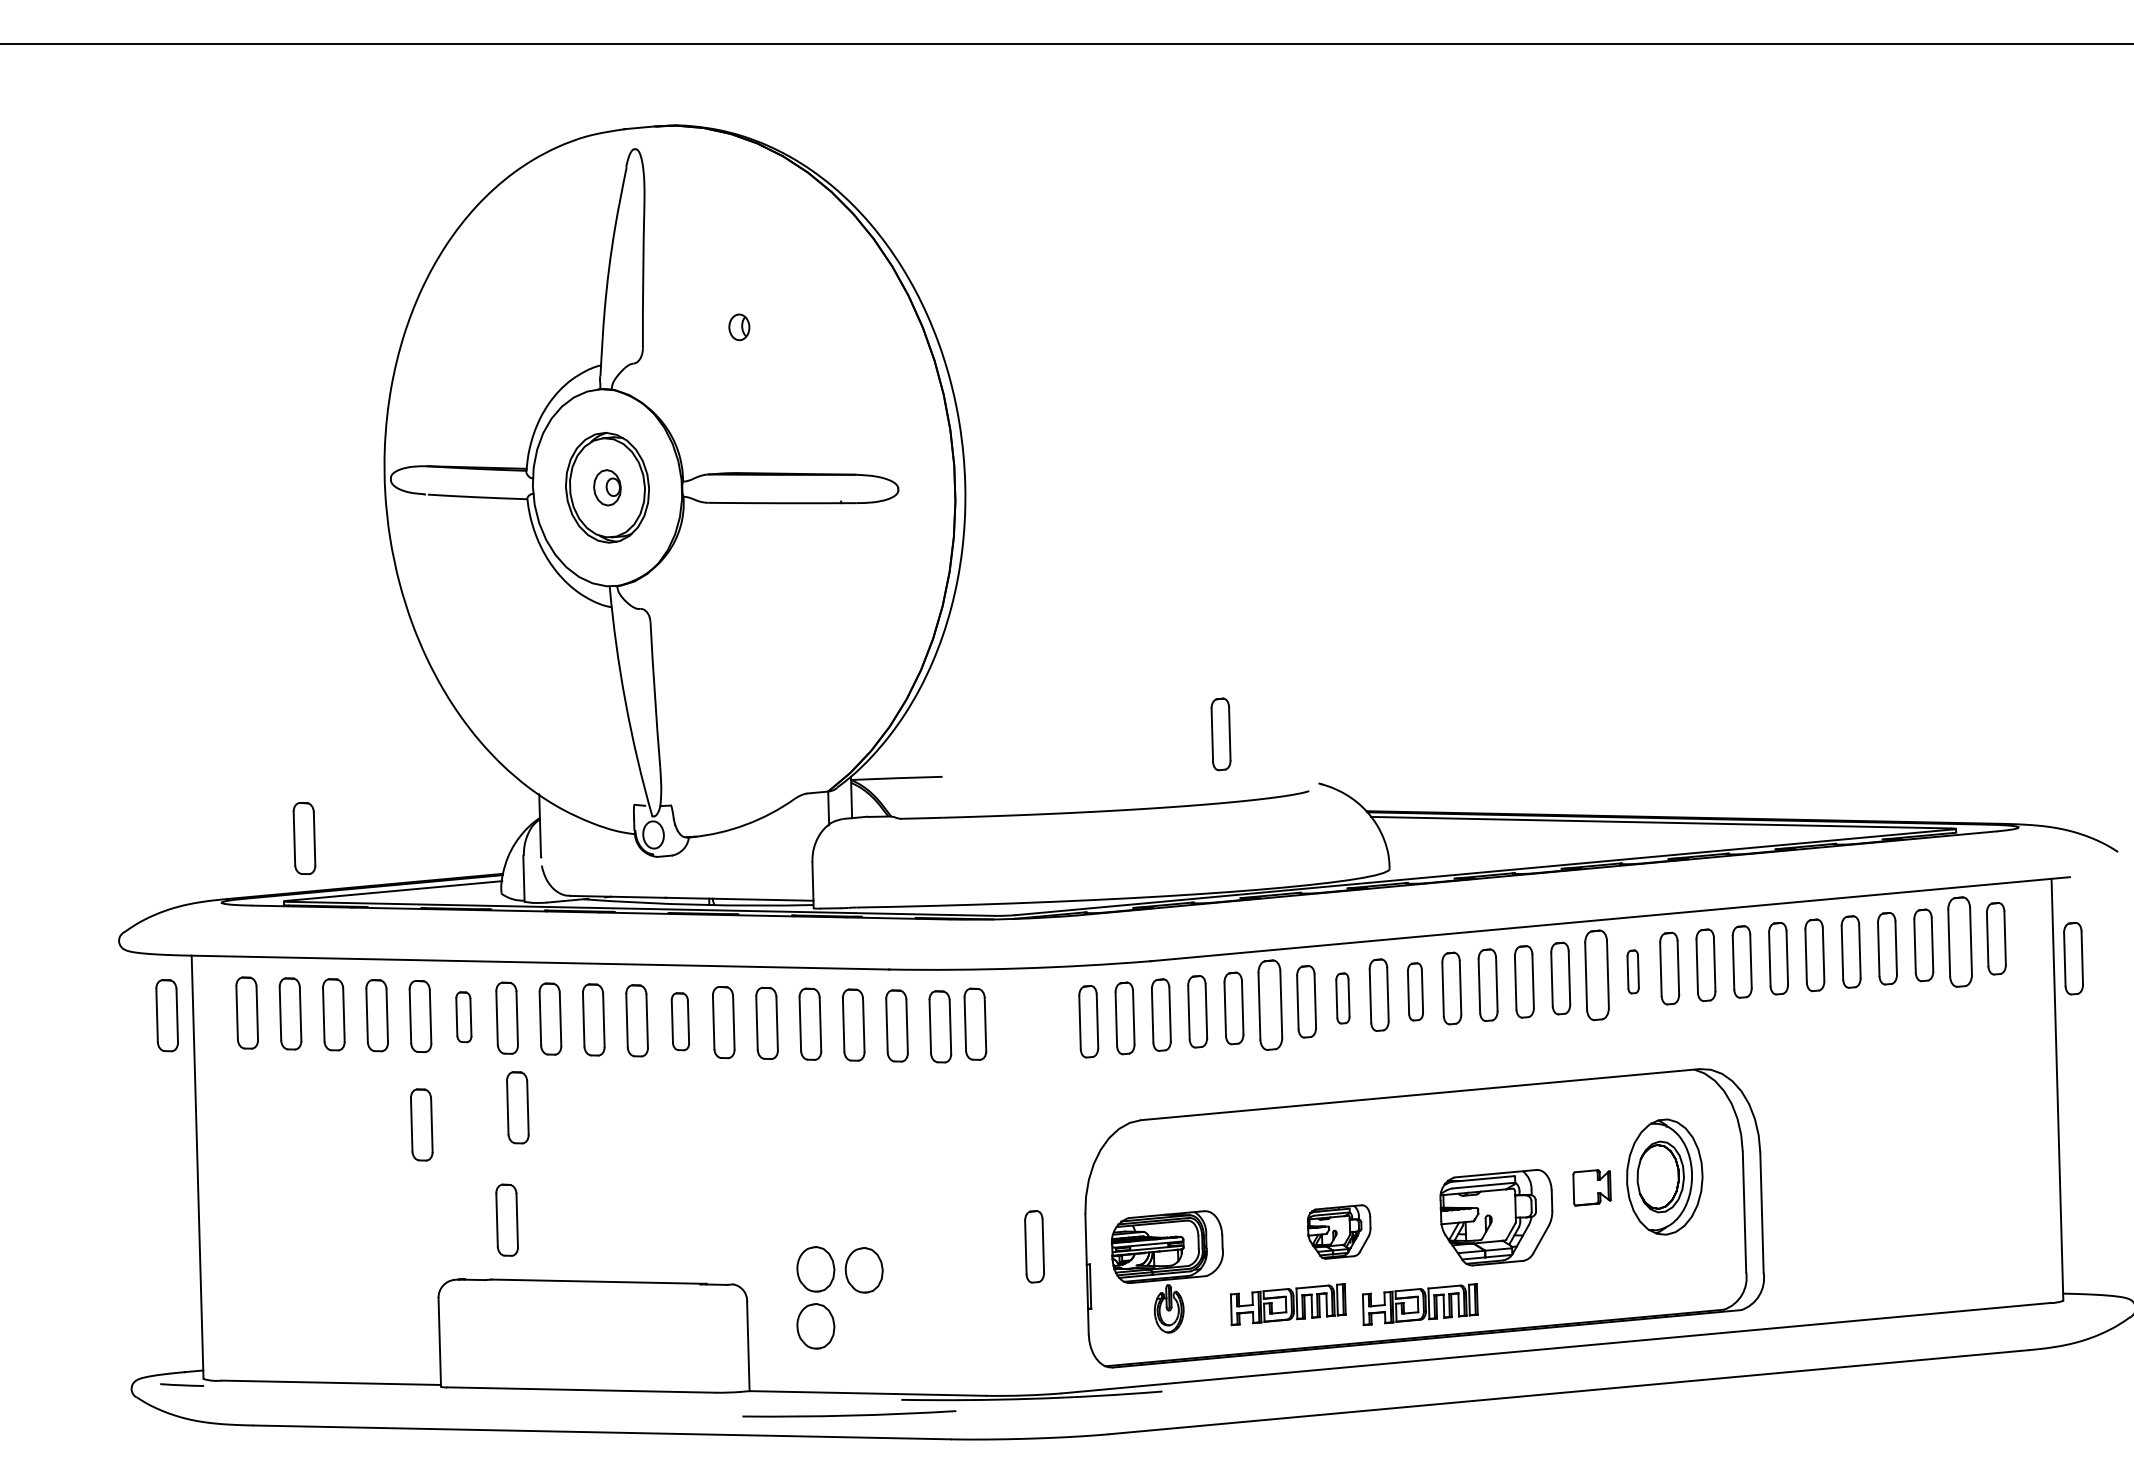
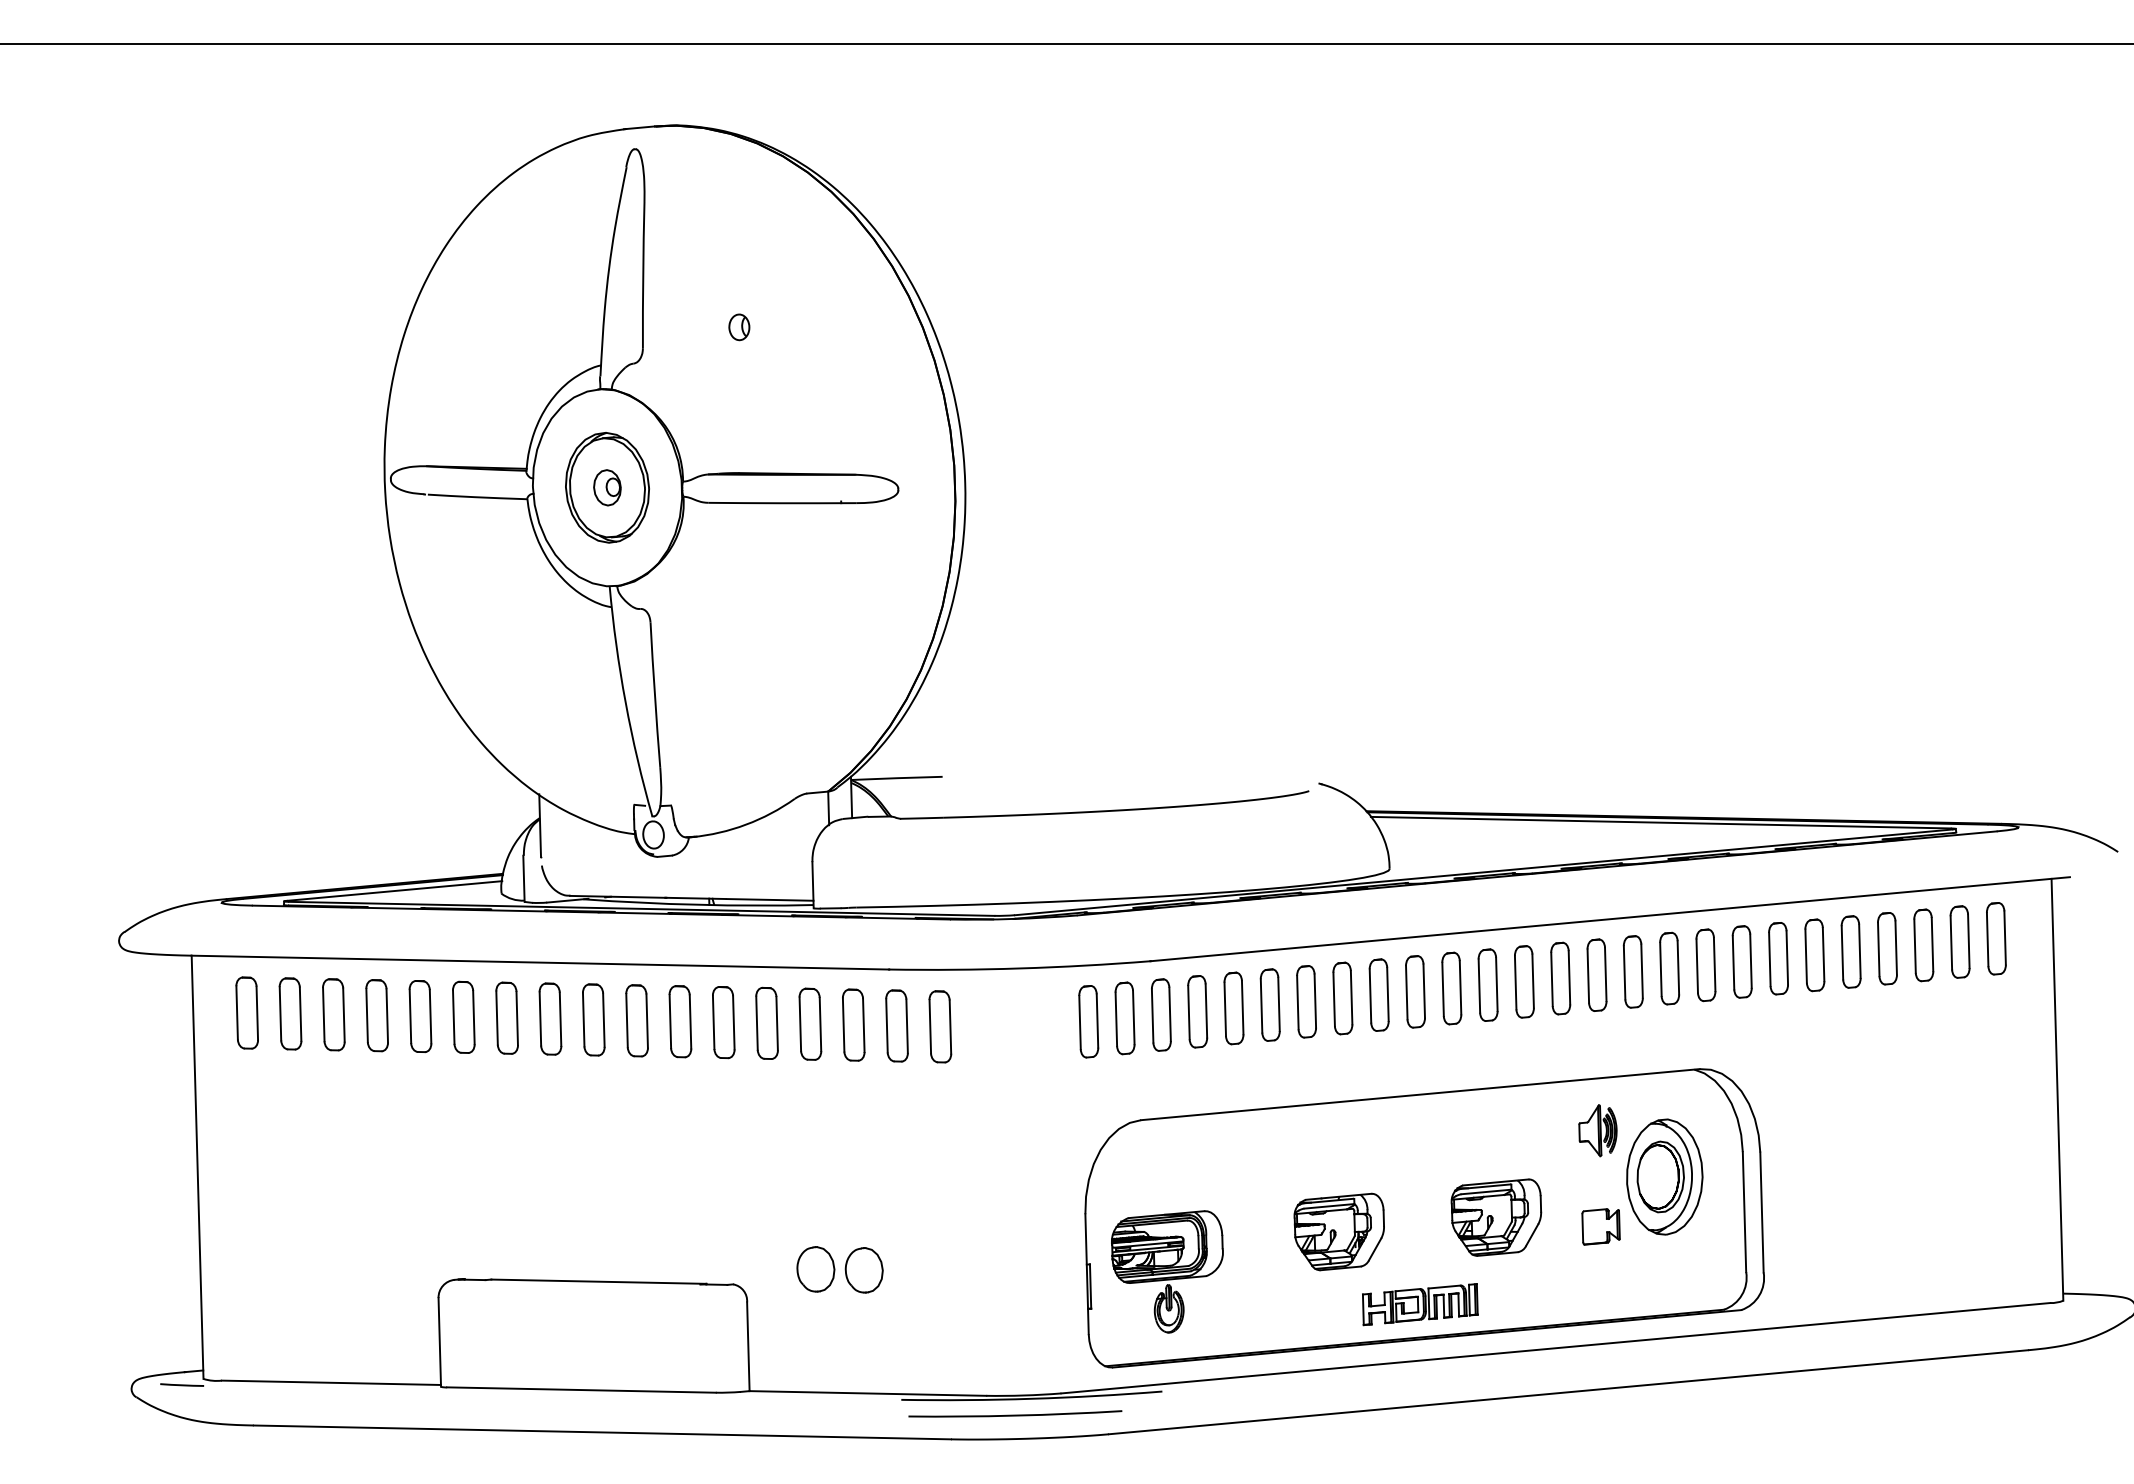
part at (1220, 734): present -> none
part at (304, 838): present -> none
part at (1959, 941) size: 26x92 px -> 22x74 px
part at (2073, 958): present -> none
part at (1632, 971) size: 14x46 px -> 22x74 px
part at (1596, 974) size: 26x92 px -> 22x74 px
part at (1415, 991) size: 17x60 px -> 21x74 px
part at (1342, 998) size: 16x53 px -> 22x75 px
part at (1270, 1004) size: 27x92 px -> 22x74 px
part at (166, 1015): present -> none
part at (463, 1017) size: 18x53 px -> 24x74 px
part at (680, 1021) size: 21x60 px -> 25x74 px
part at (975, 1023): present -> none
part at (517, 1107): present -> none
part at (421, 1124): present -> none
part at (1597, 1130): none -> present
part at (1591, 1187) position: (1591, 1187) -> (1600, 1226)
part at (1496, 1217) size: 115x98 px -> 93x79 px
part at (506, 1219): present -> none
part at (1339, 1231) size: 65x56 px -> 92x80 px
part at (1034, 1246): present -> none
part at (1288, 1304): present -> none
part at (815, 1326): present -> none
arc at (849, 1414) position: (849, 1414) -> (1015, 1414)
